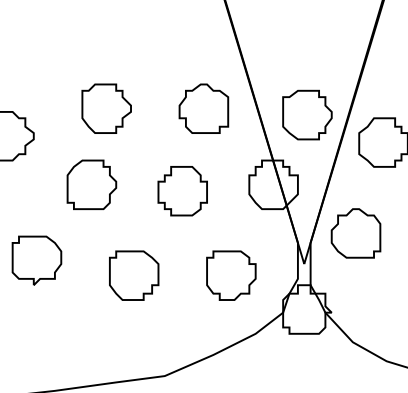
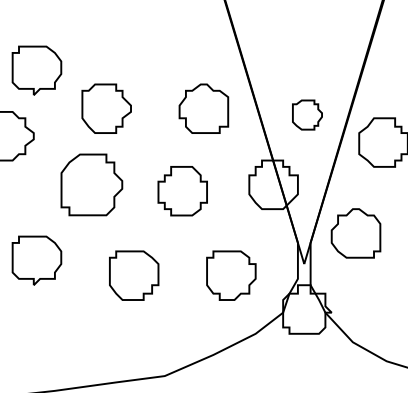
part at (36, 70): none -> present
part at (307, 114) size: 51x52 px -> 31x32 px
part at (91, 184) size: 52x51 px -> 64x64 px
